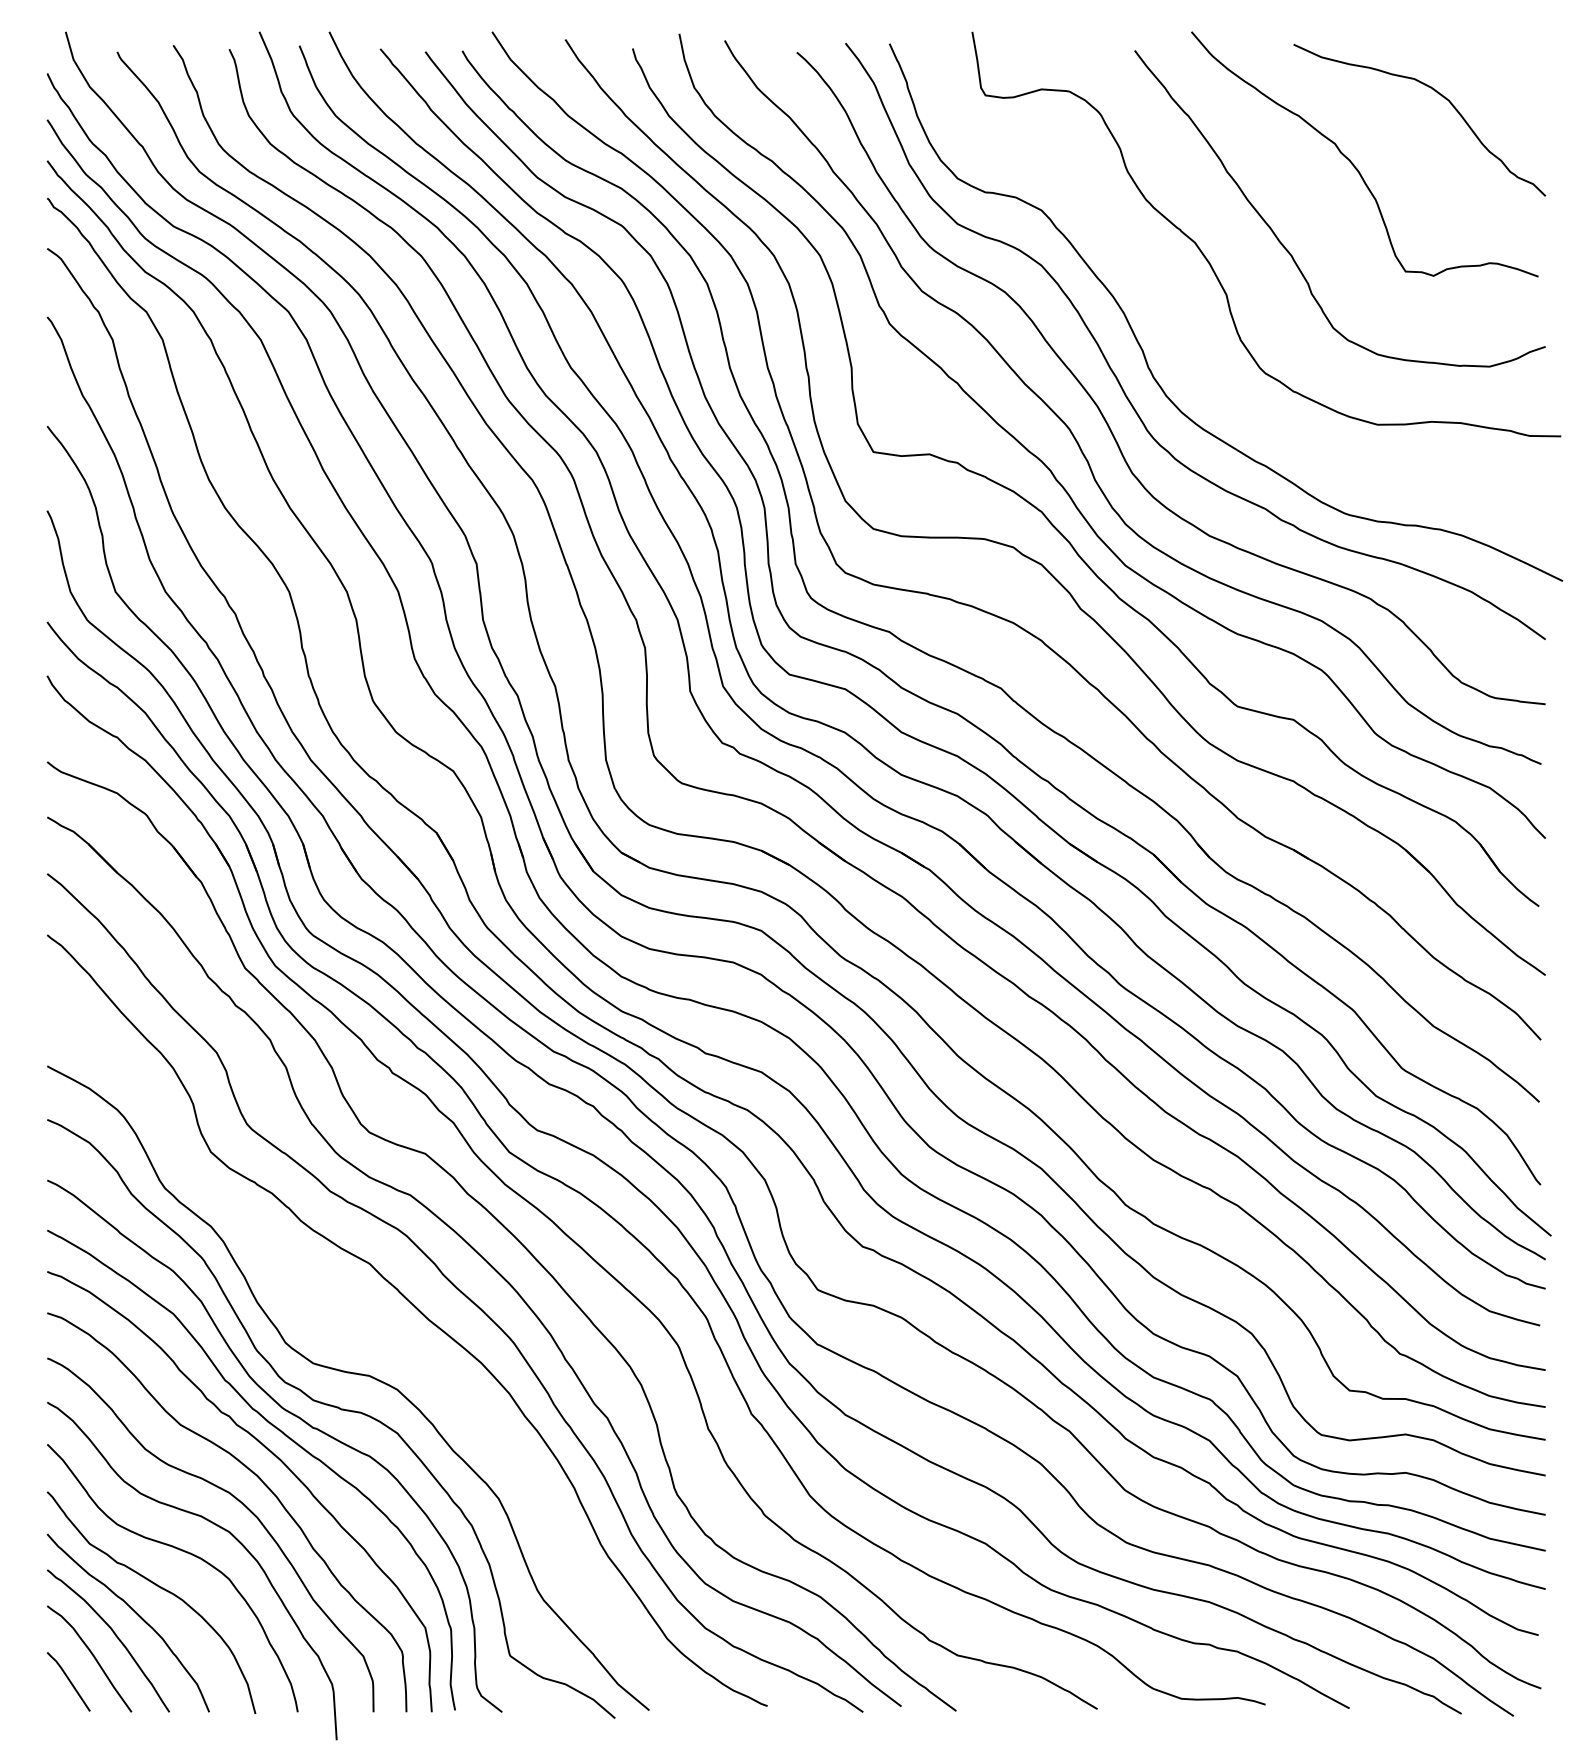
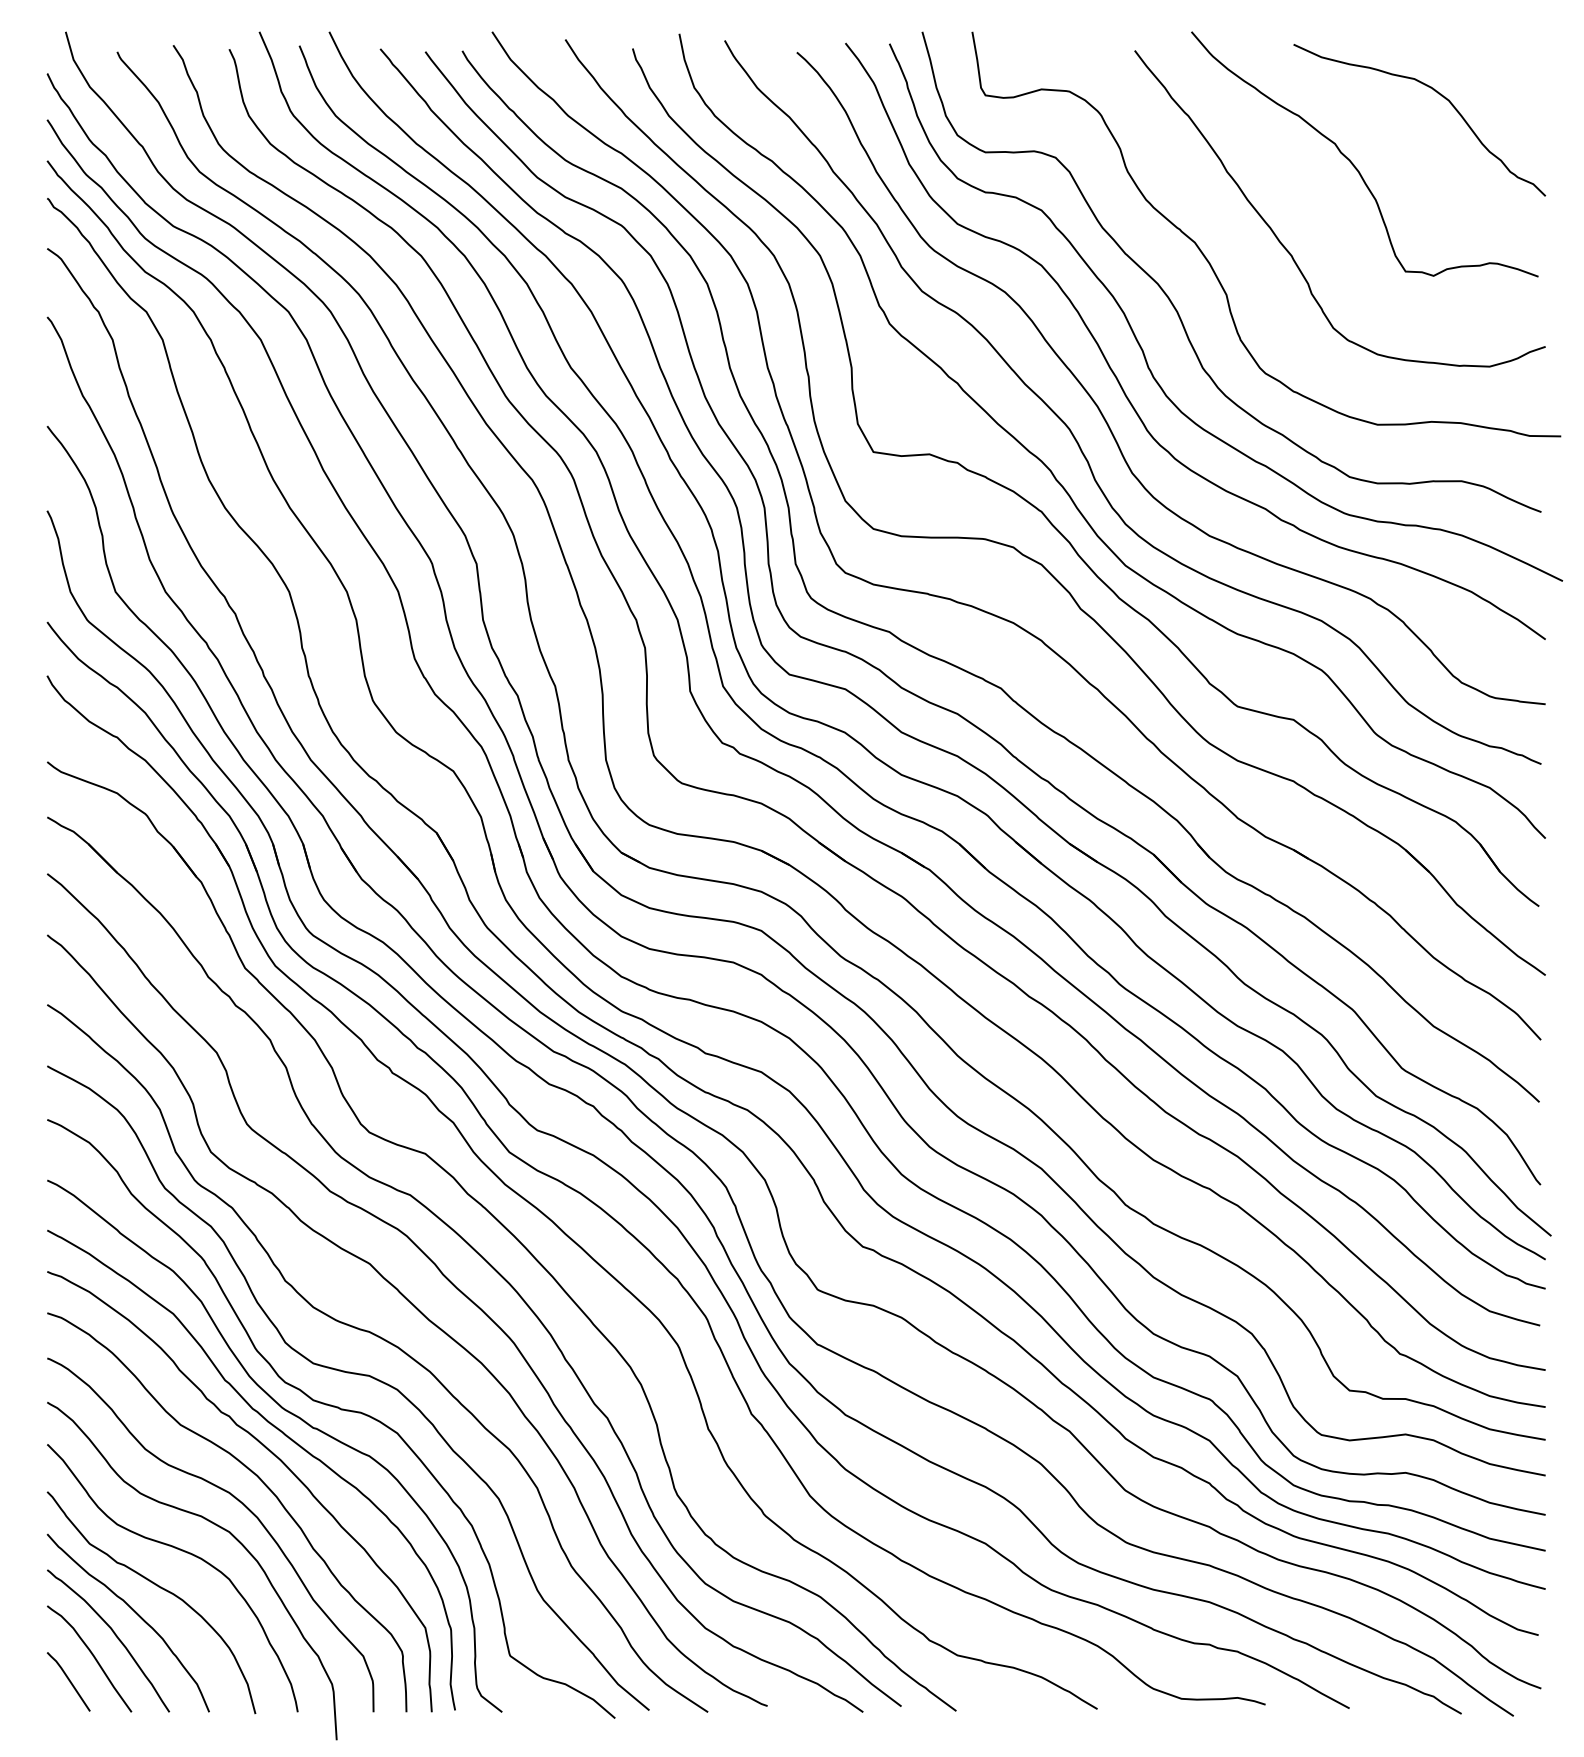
curve at (1173, 303): none -> present
curve at (388, 1343): none -> present
